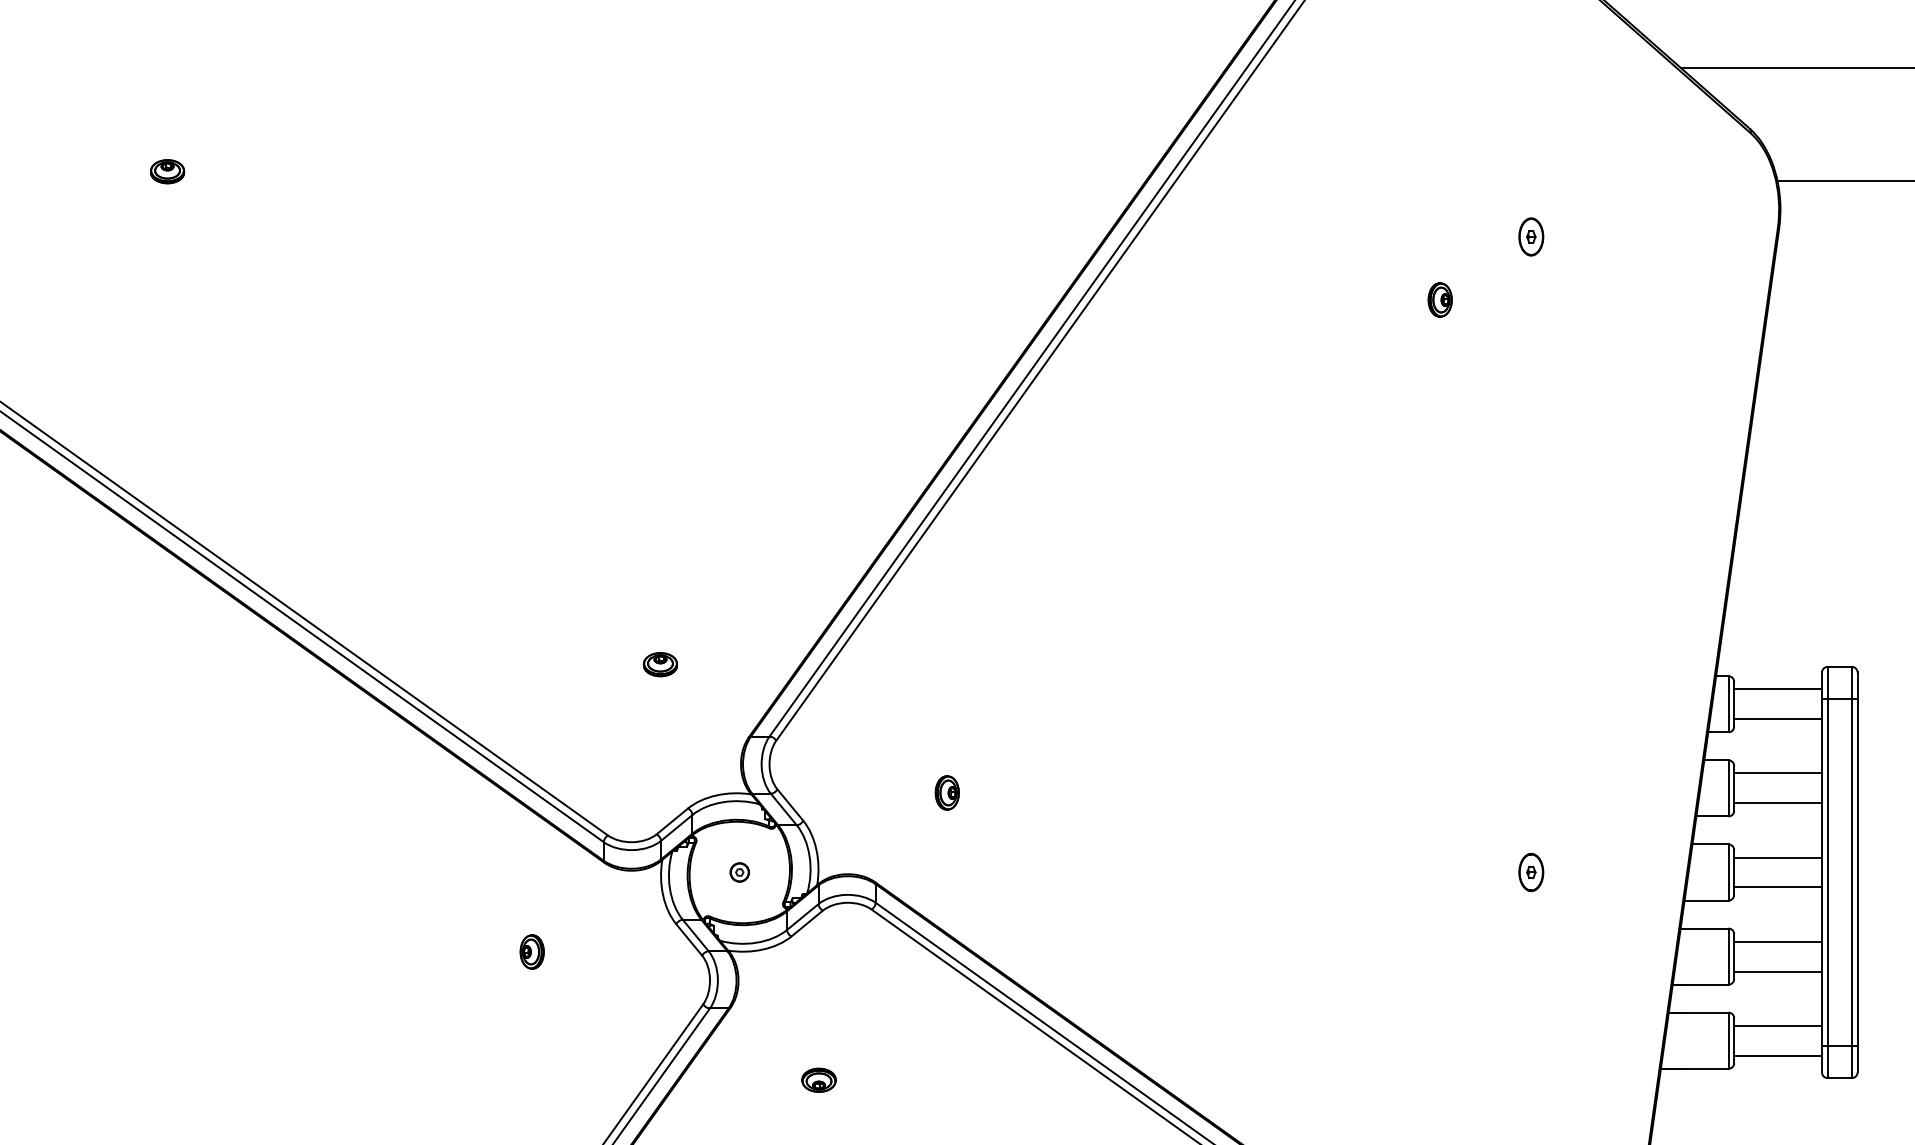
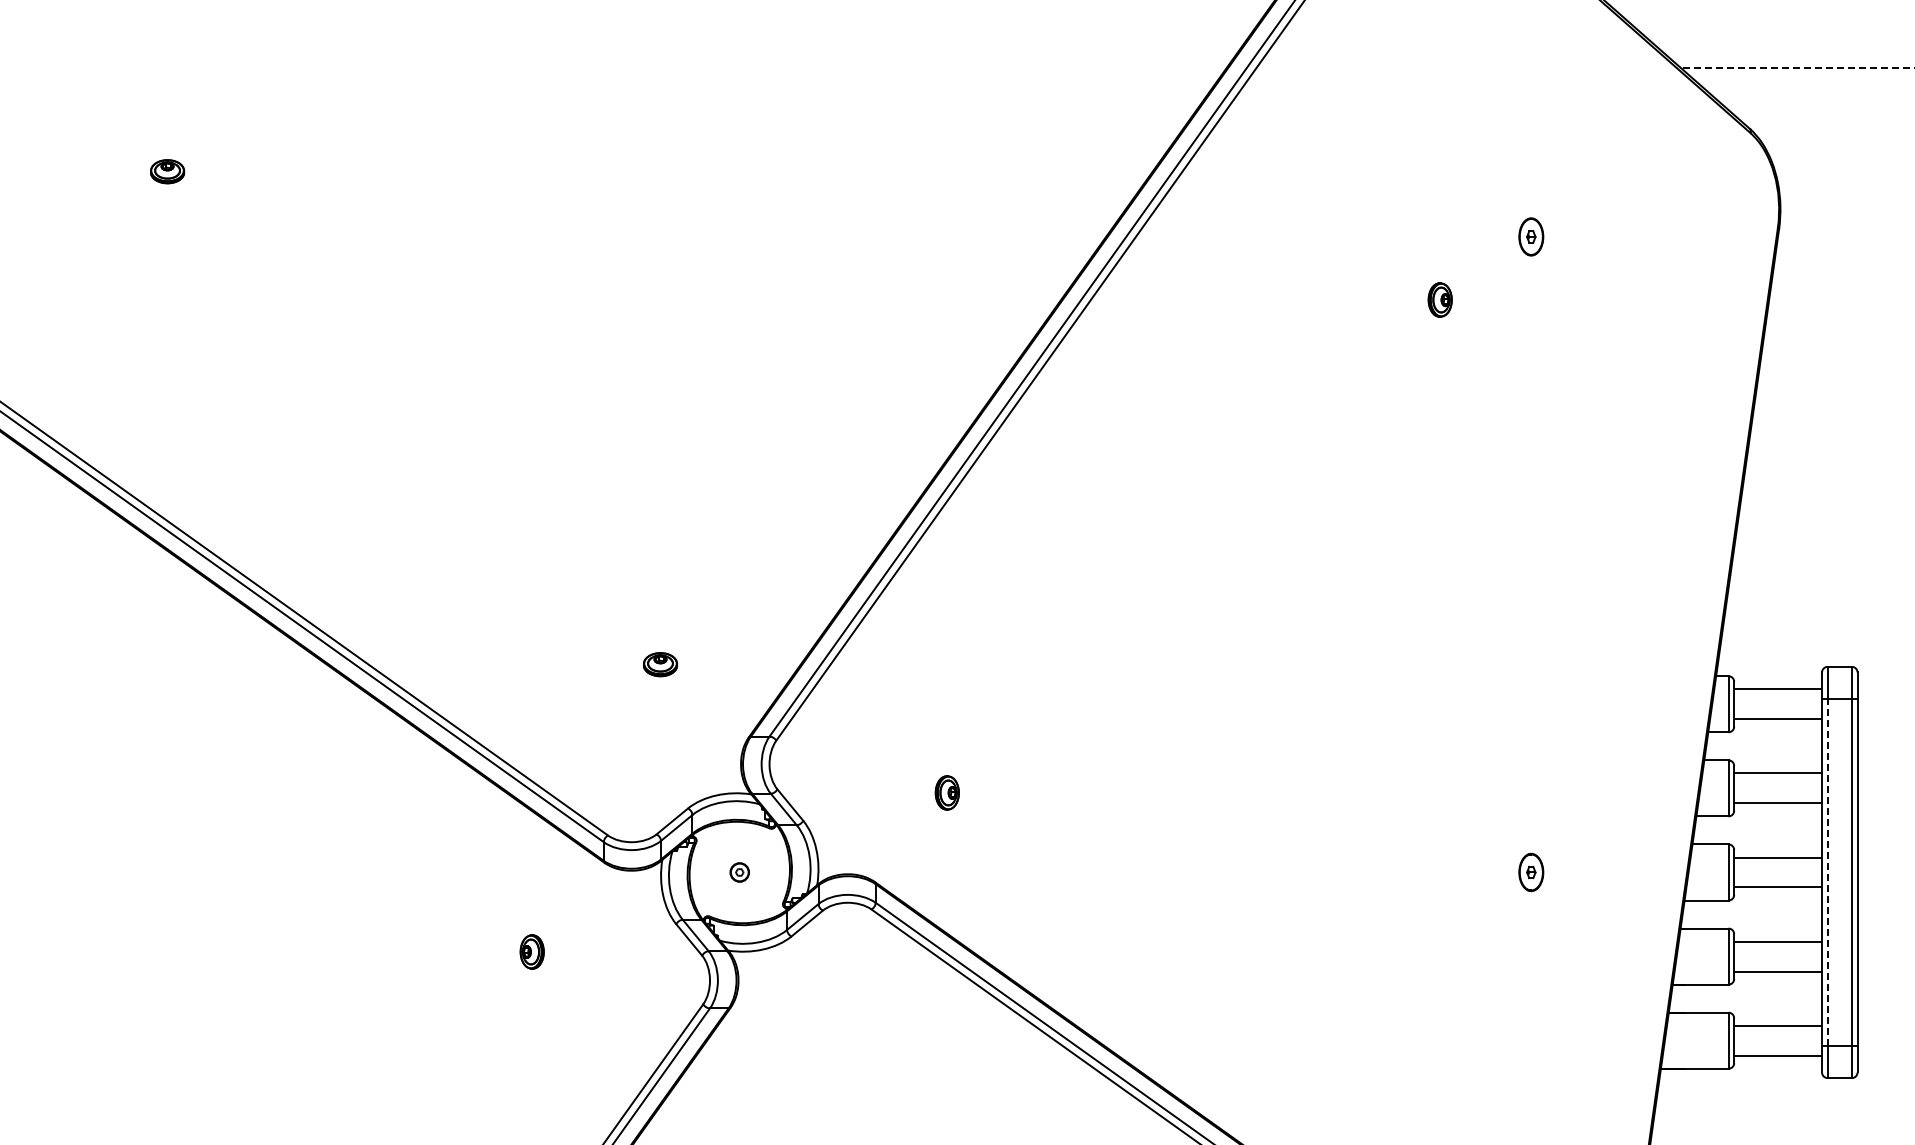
line at (1797, 68): solid -> dashed
line at (1844, 181): present -> none
line at (1827, 872): solid -> dashed
part at (818, 1079): present -> none
